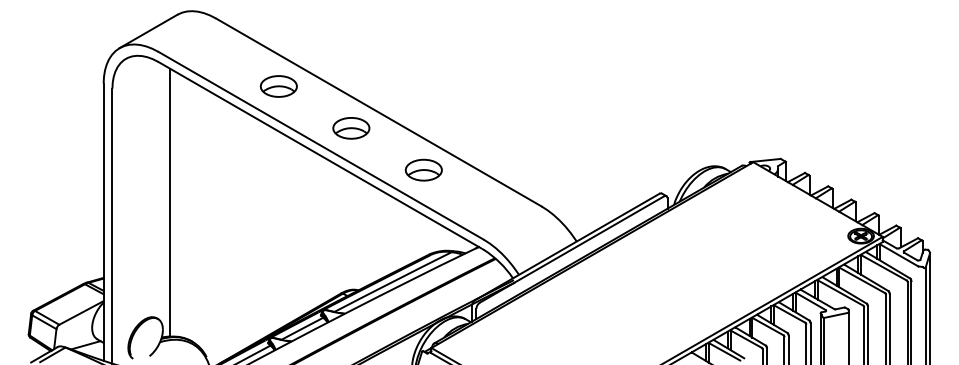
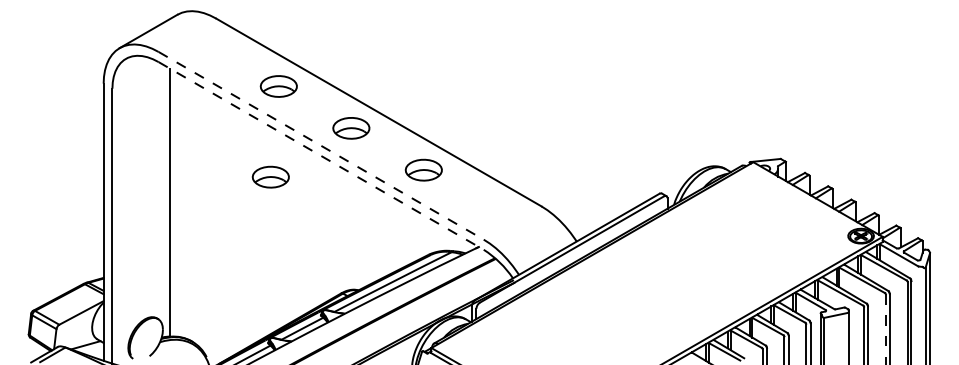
line at (321, 145): solid -> dashed
line at (321, 155): solid -> dashed
part at (270, 176): none -> present
line at (885, 329): solid -> dashed
